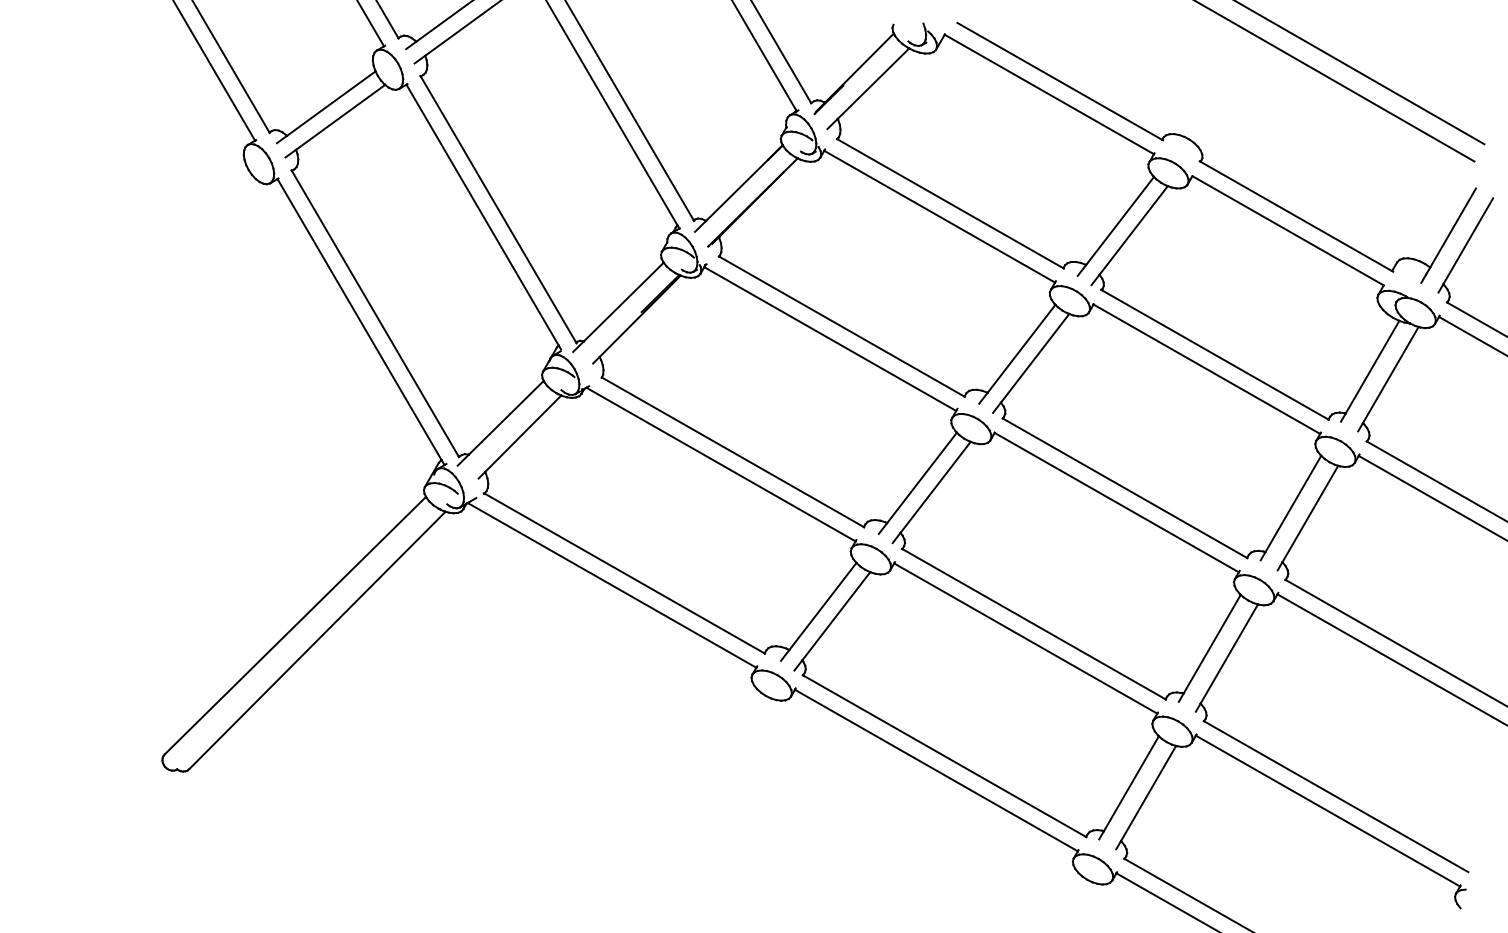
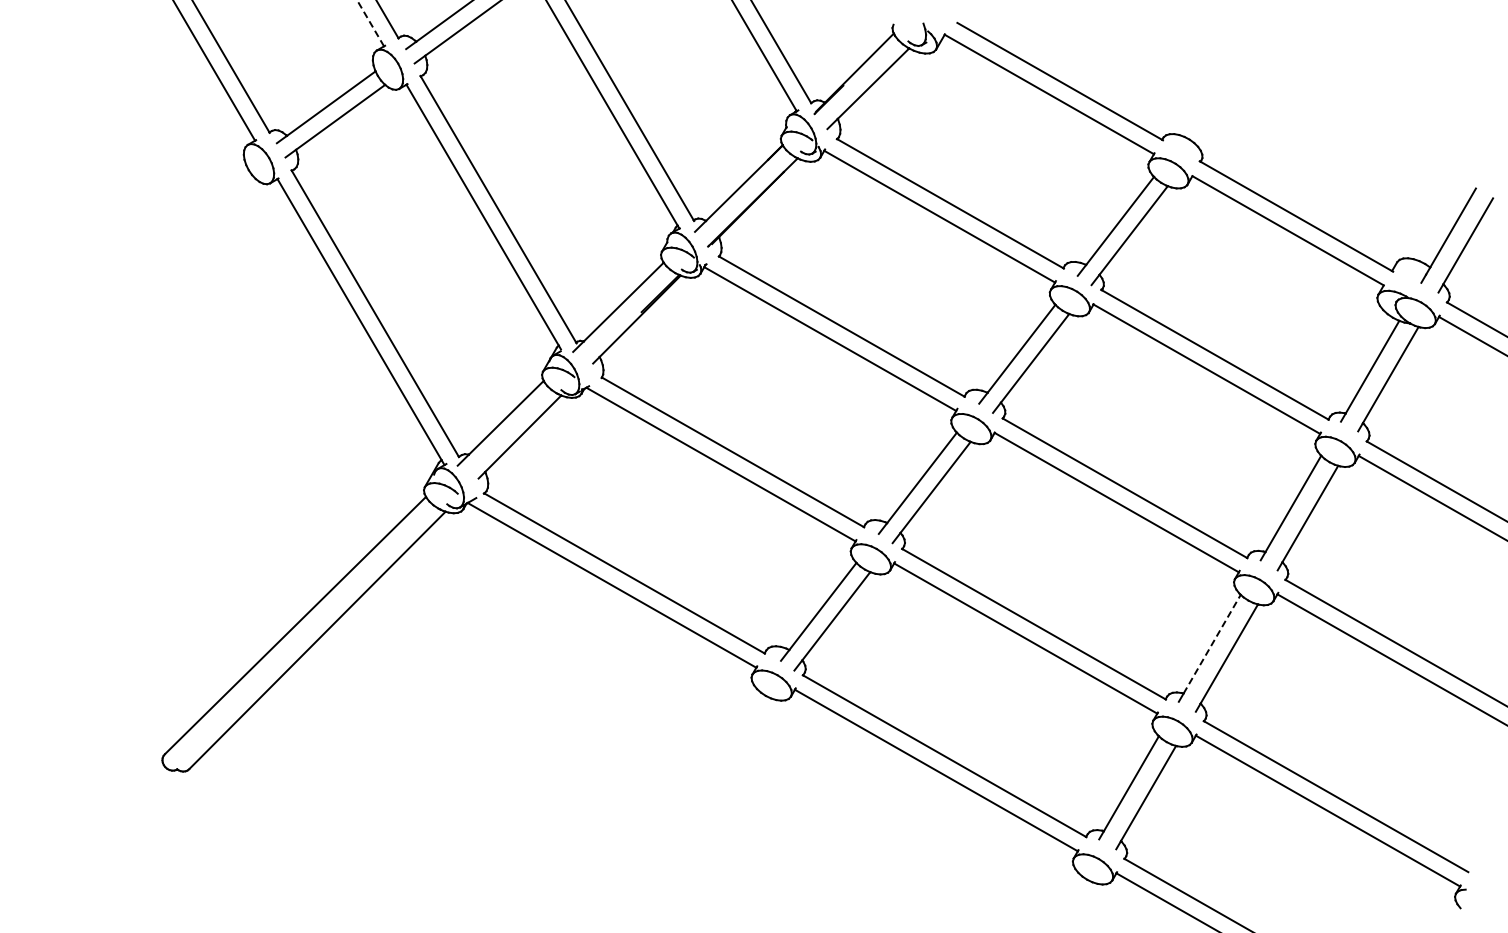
line at (370, 23): solid -> dashed
line at (1360, 73): present -> none
line at (1335, 81): present -> none
line at (1212, 643): solid -> dashed
